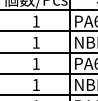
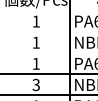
line at (48, 10): present -> none
line at (48, 31): present -> none
line at (48, 52): present -> none
text at (35, 84): 1 -> 3
